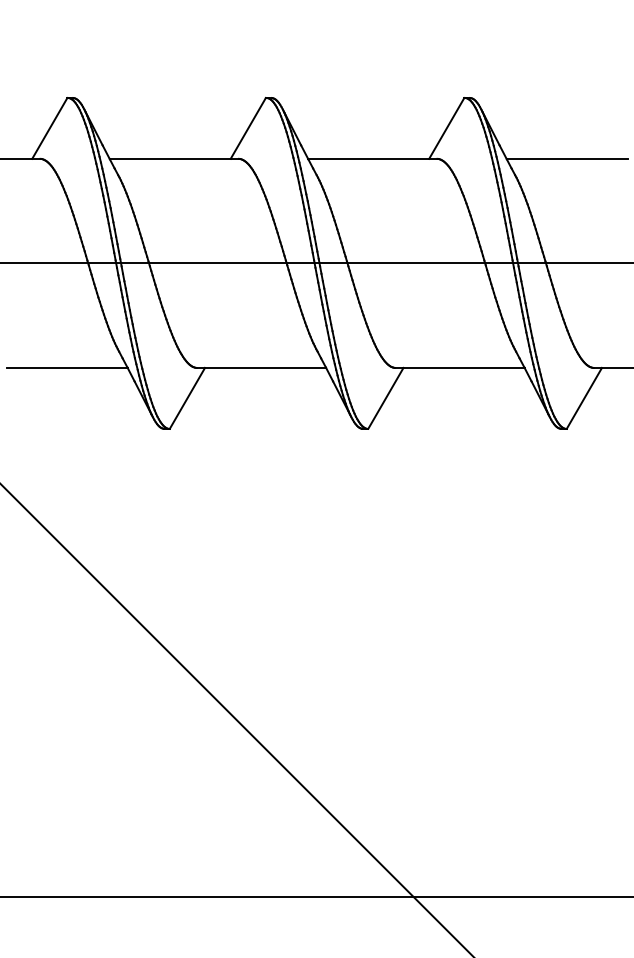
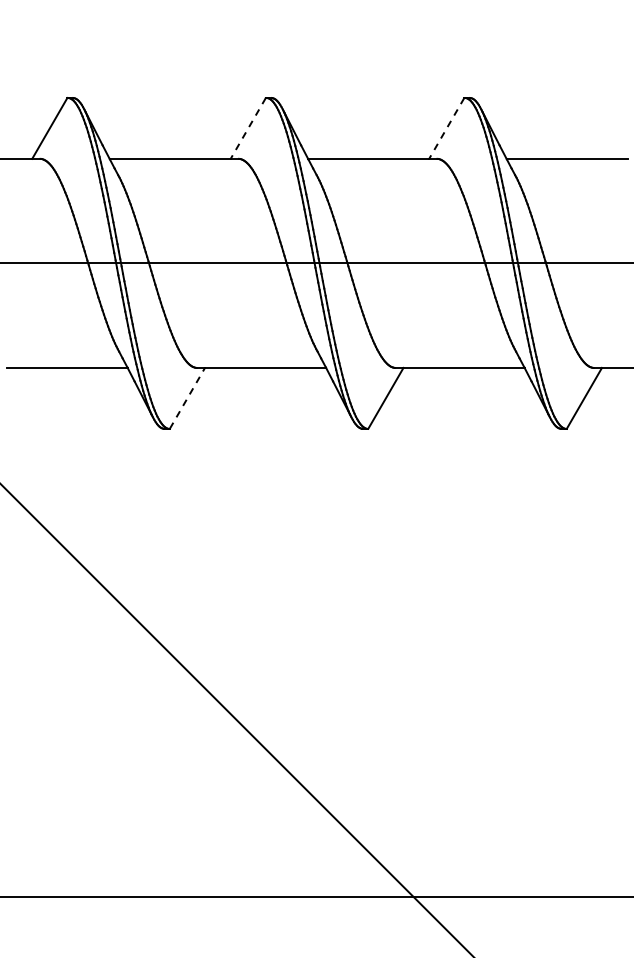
line at (248, 128): solid -> dashed
line at (446, 128): solid -> dashed
line at (187, 397): solid -> dashed
